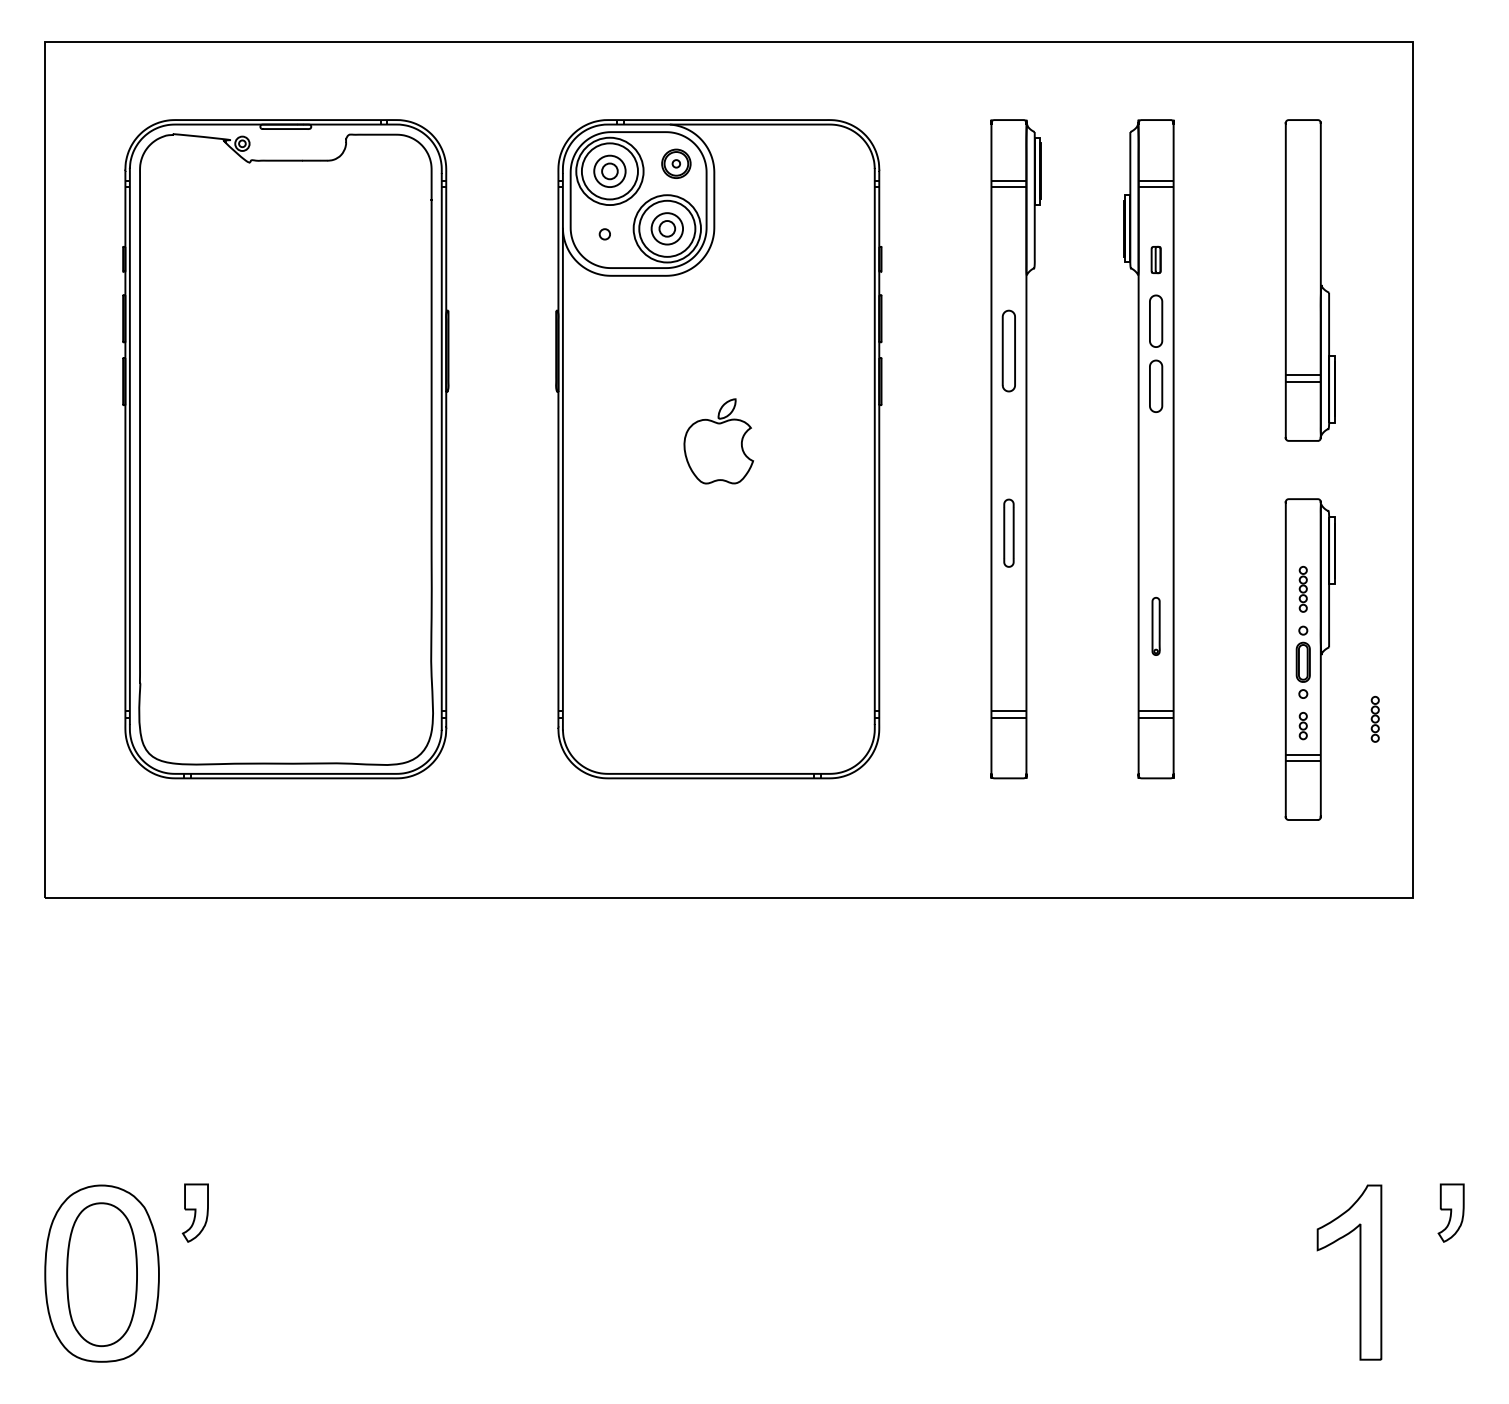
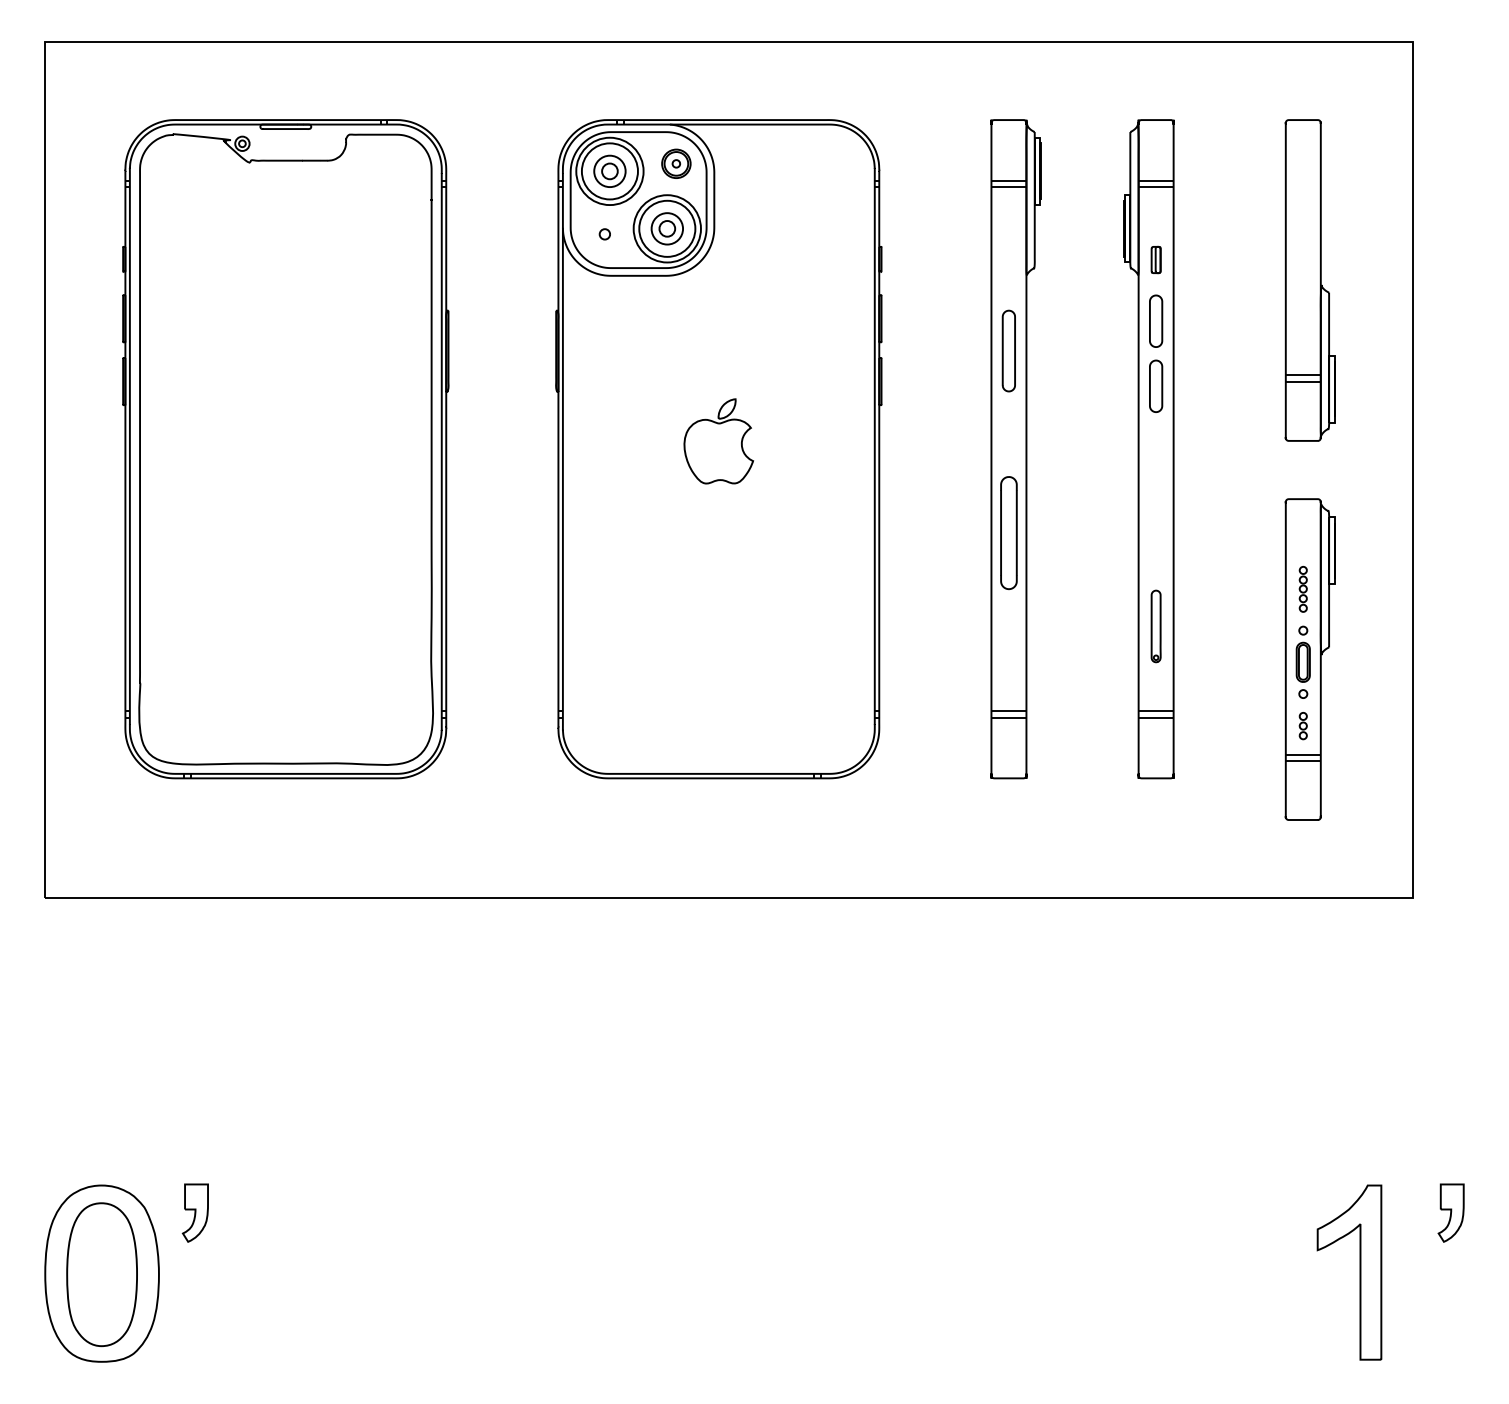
part at (1008, 532) size: 12x70 px -> 18x115 px
part at (1155, 626) size: 10x59 px -> 12x75 px
part at (1374, 719): present -> none
